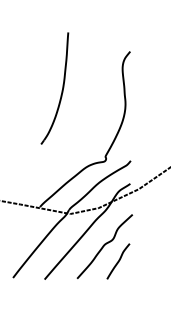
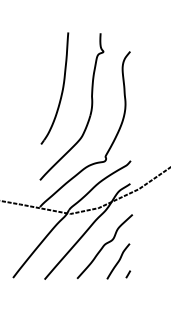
part at (90, 108): none -> present
line at (128, 274): none -> present
